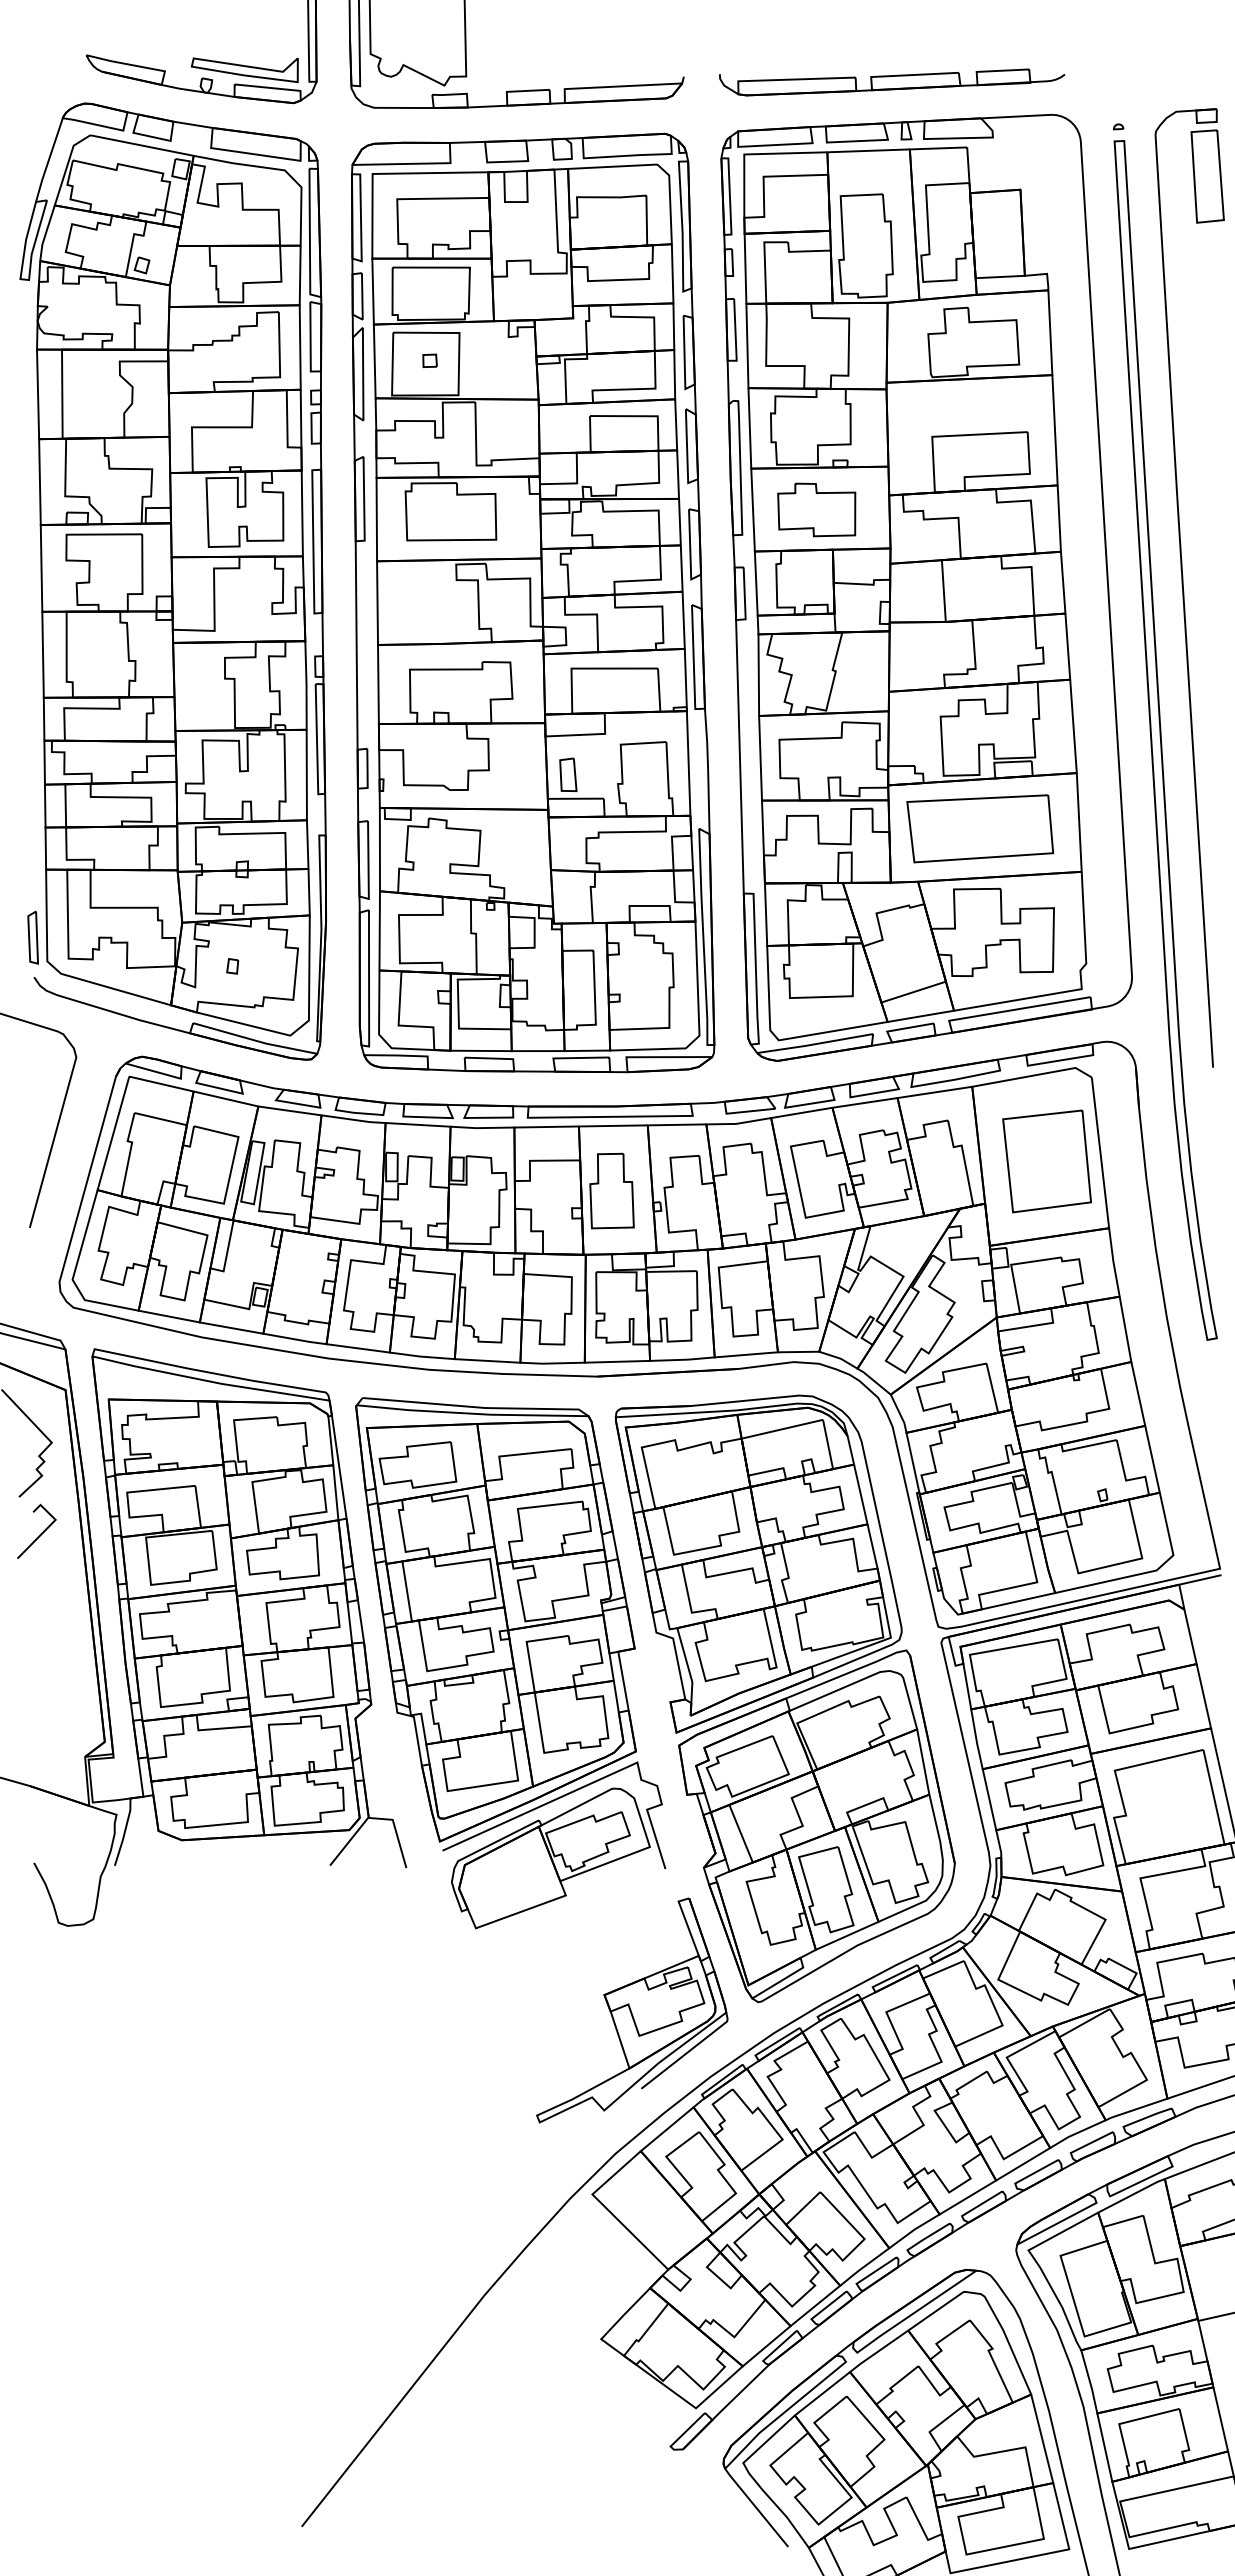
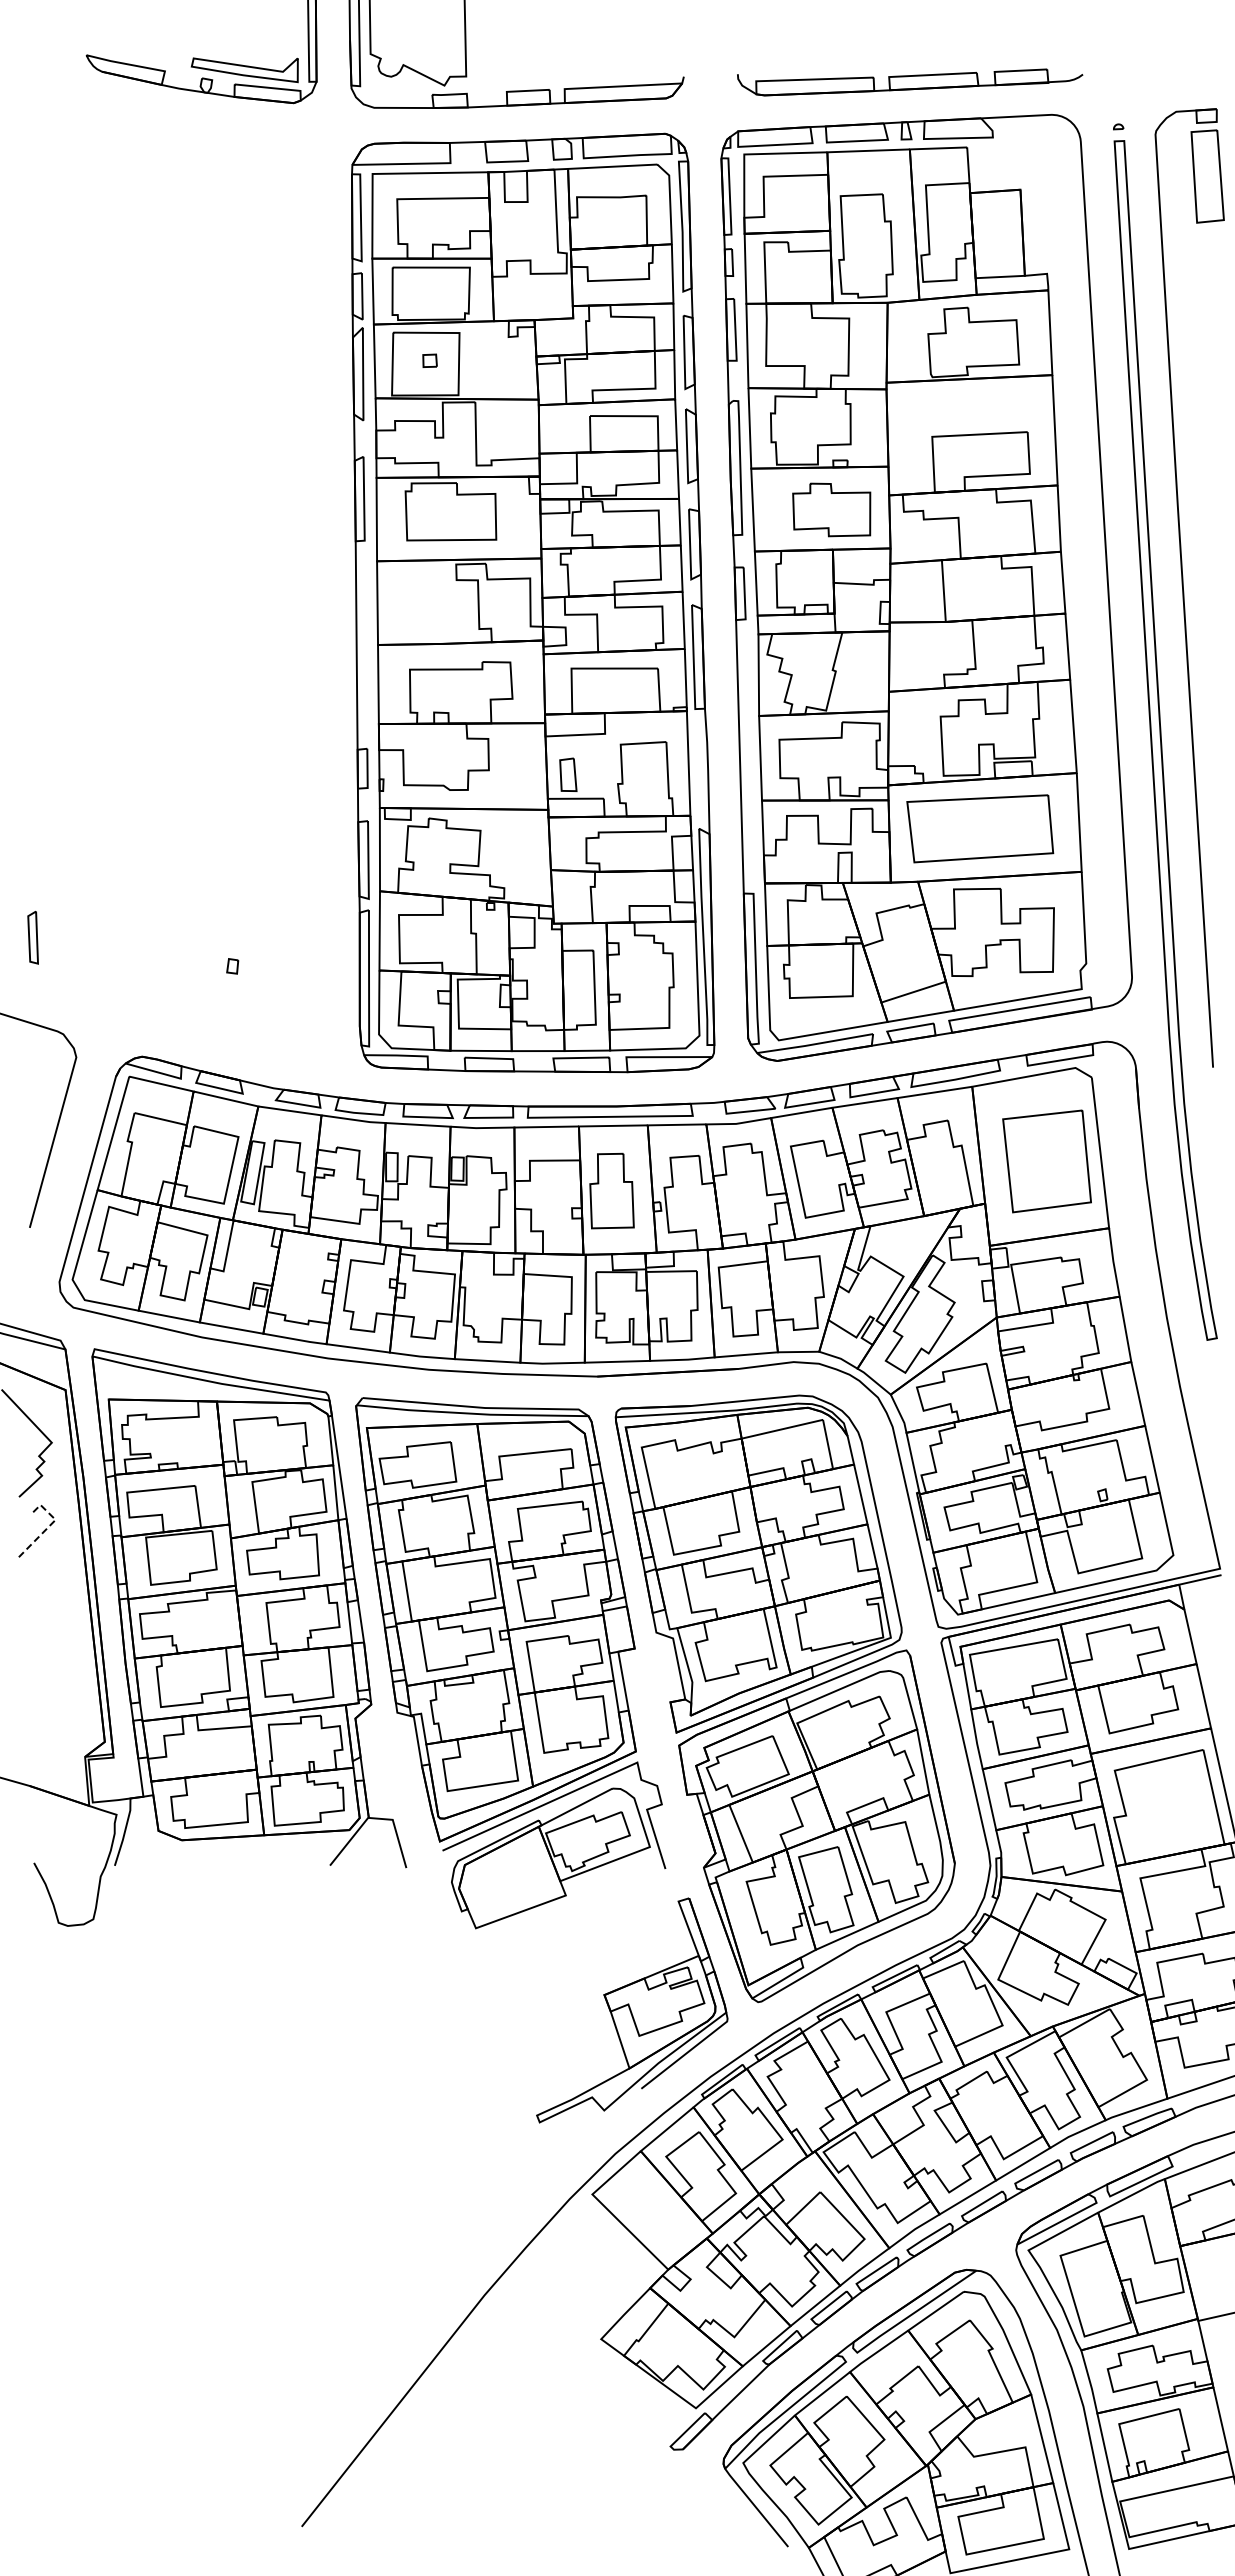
part at (892, 82) position: (892, 82) -> (910, 82)
part at (816, 509) position: (816, 509) -> (831, 509)
part at (172, 581): present -> none
line at (48, 1526): solid -> dashed
